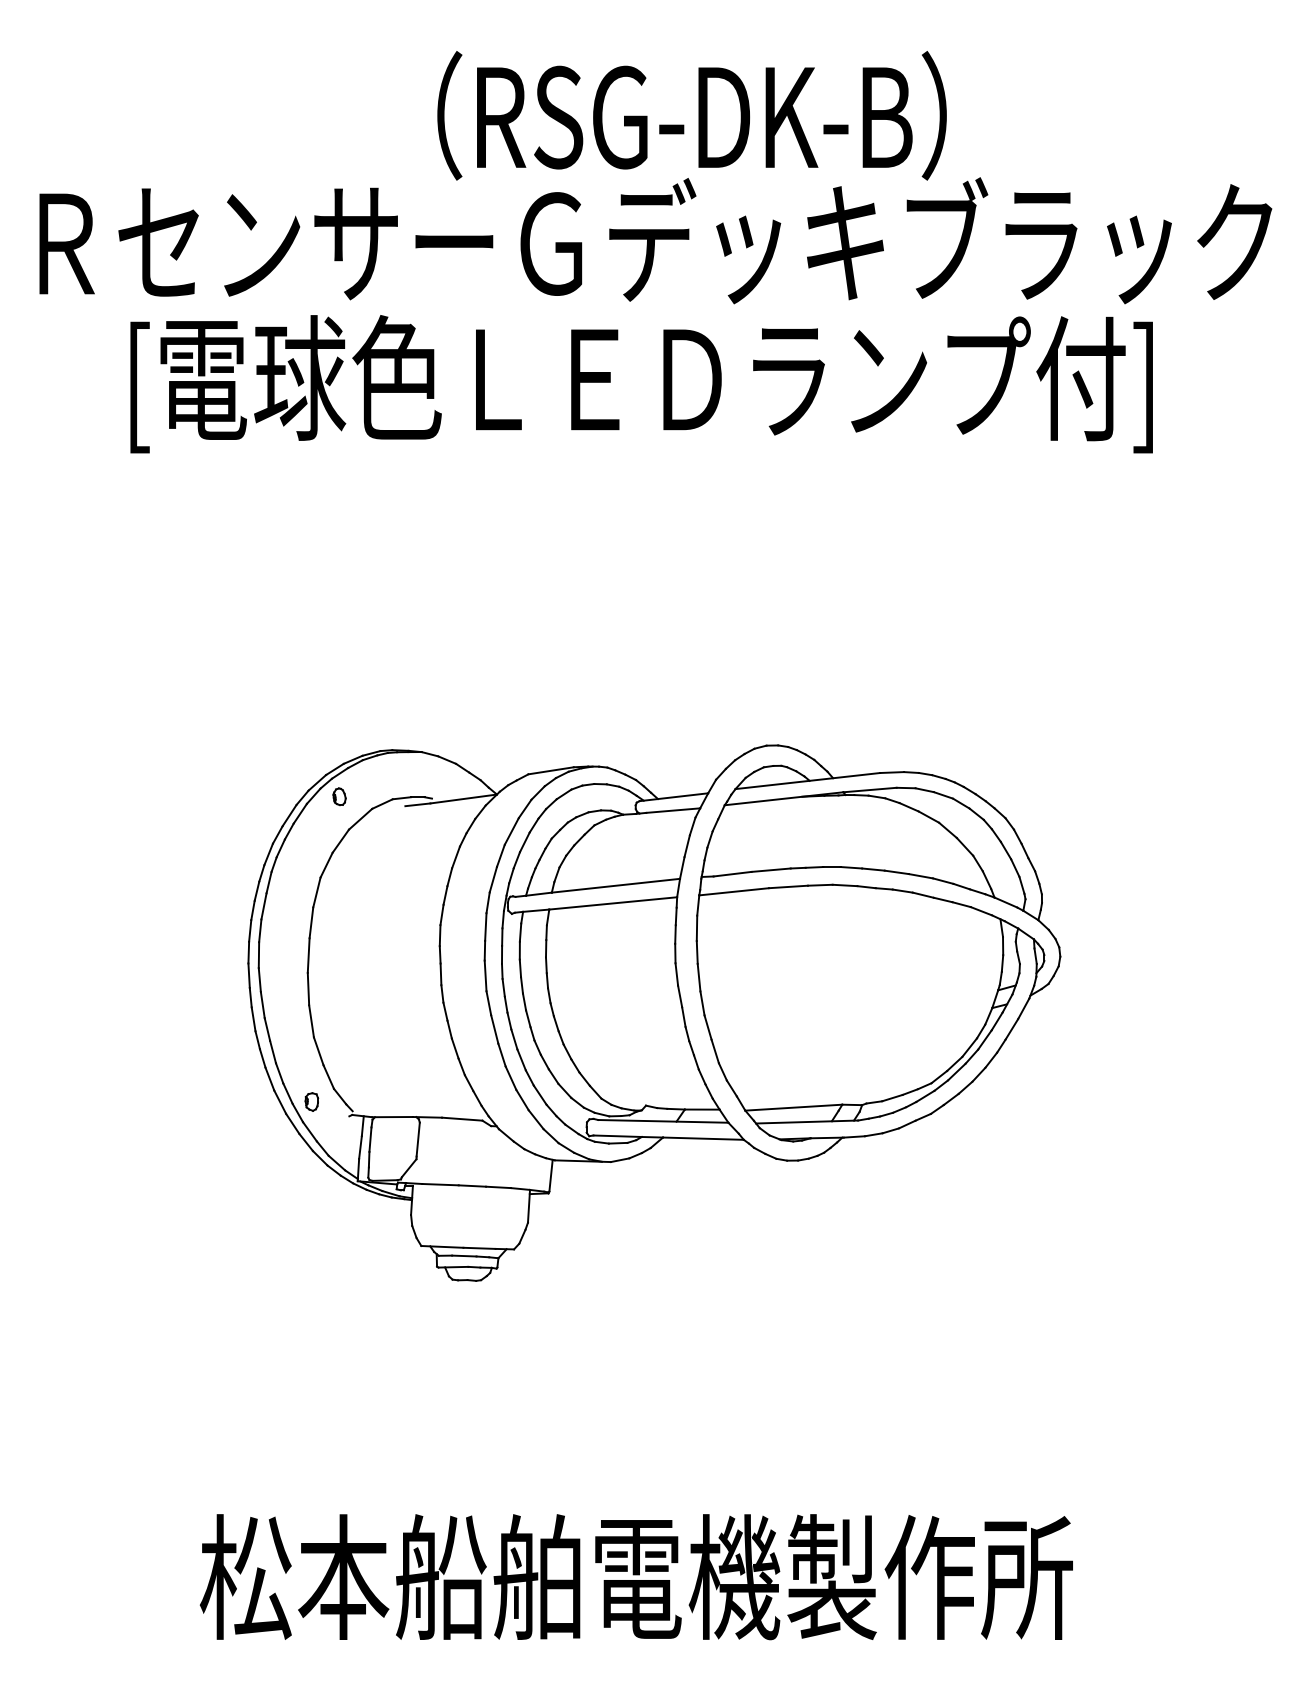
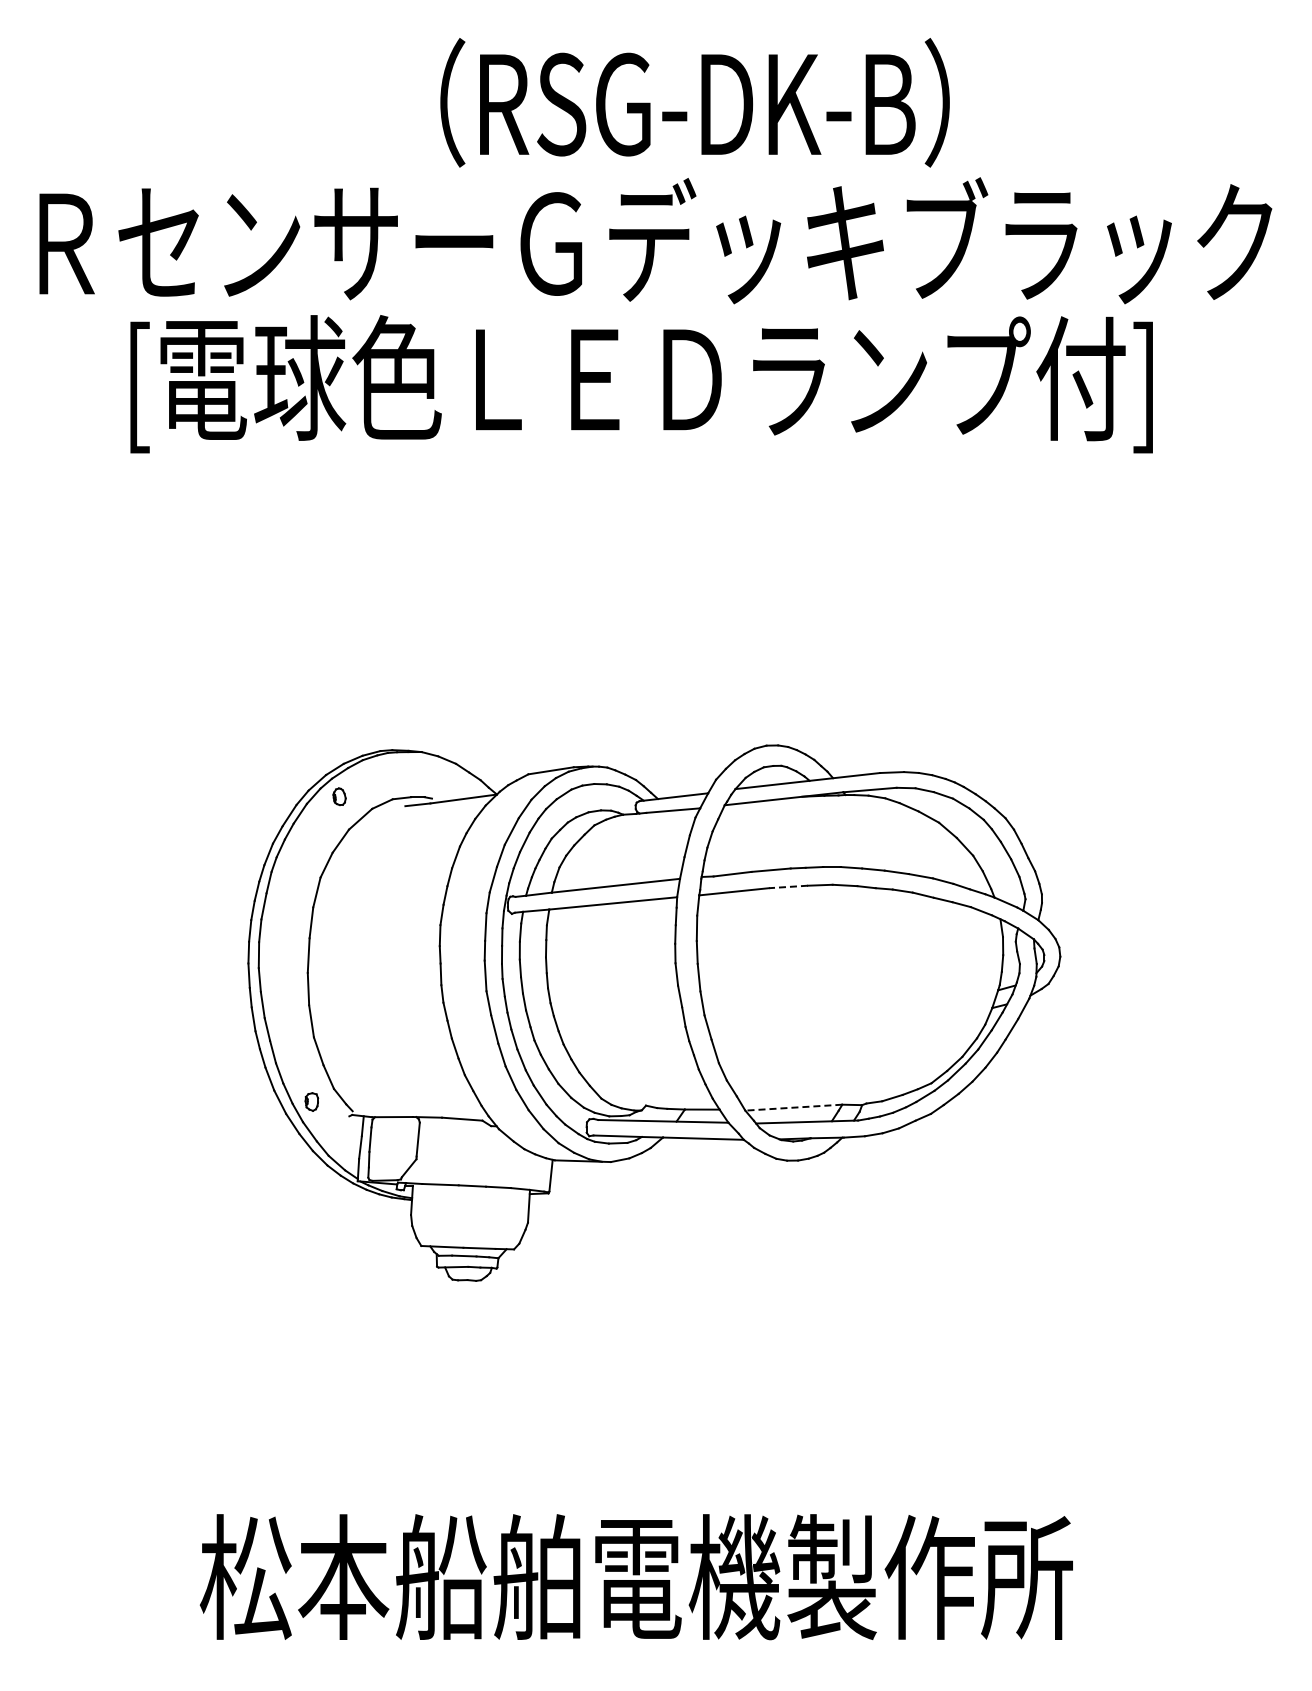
text at (691, 115) position: (691, 115) -> (694, 102)
line at (788, 886): solid -> dashed
line at (793, 1107): solid -> dashed
